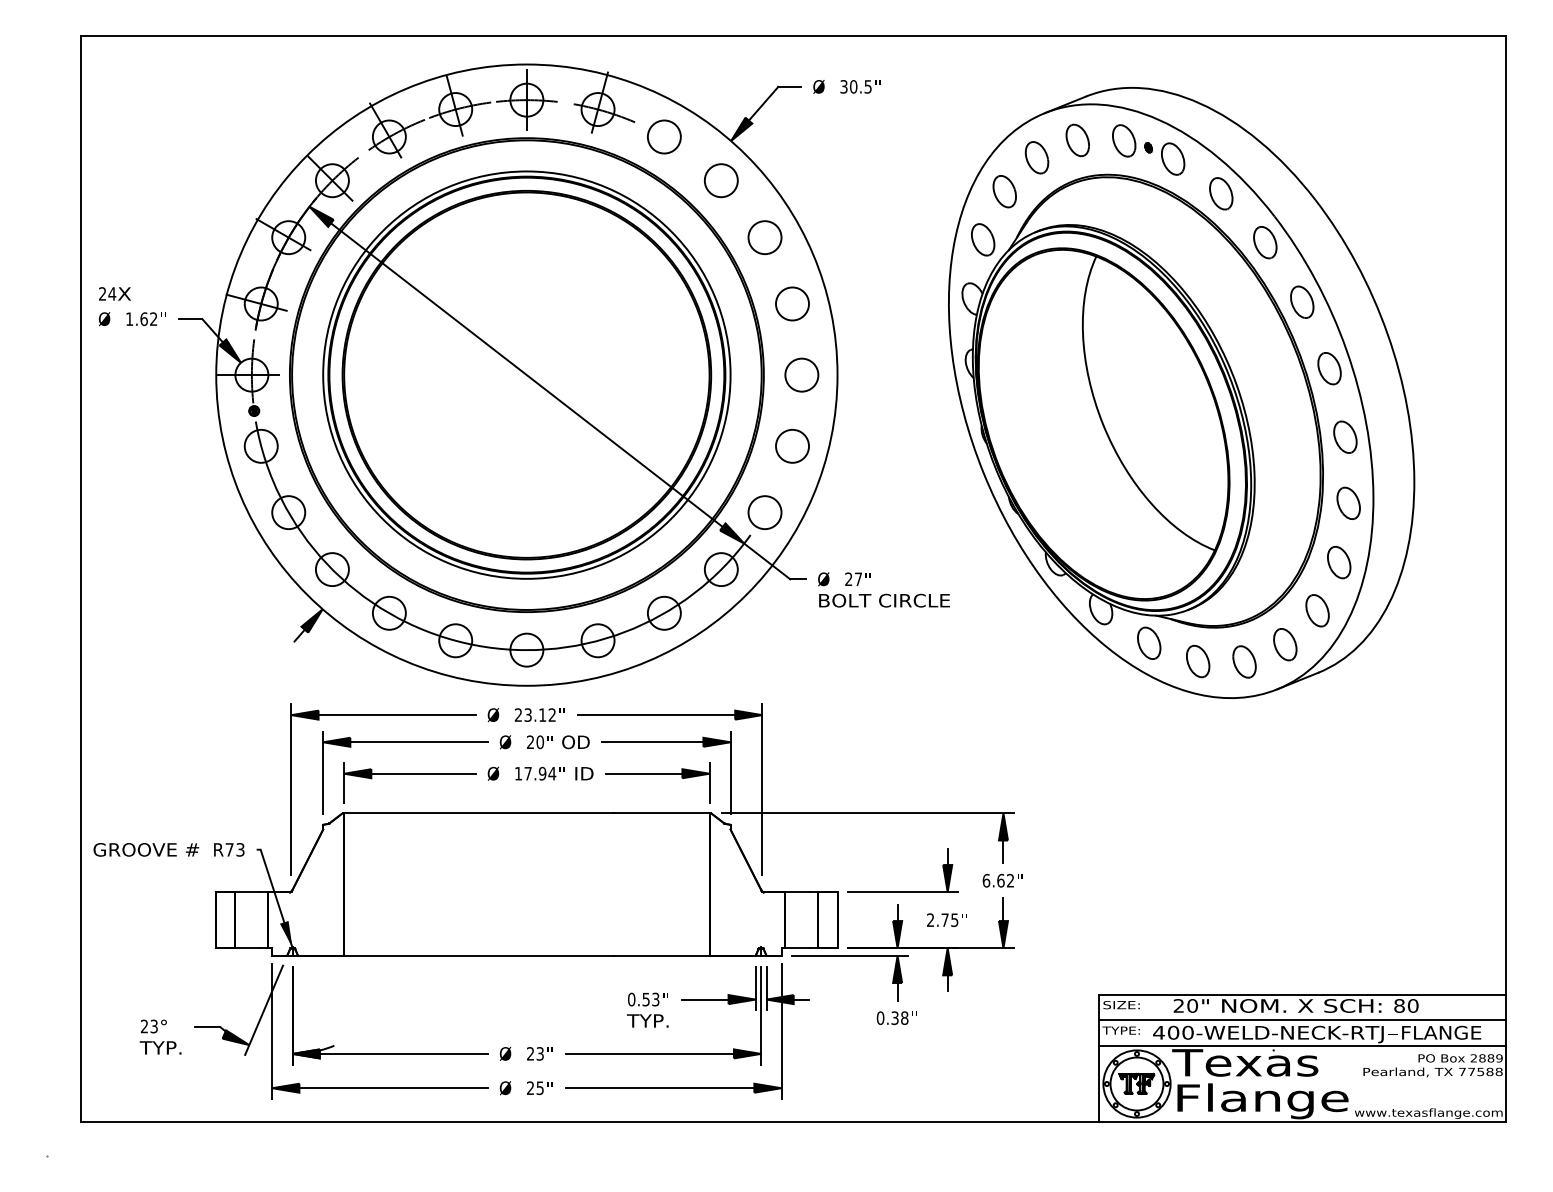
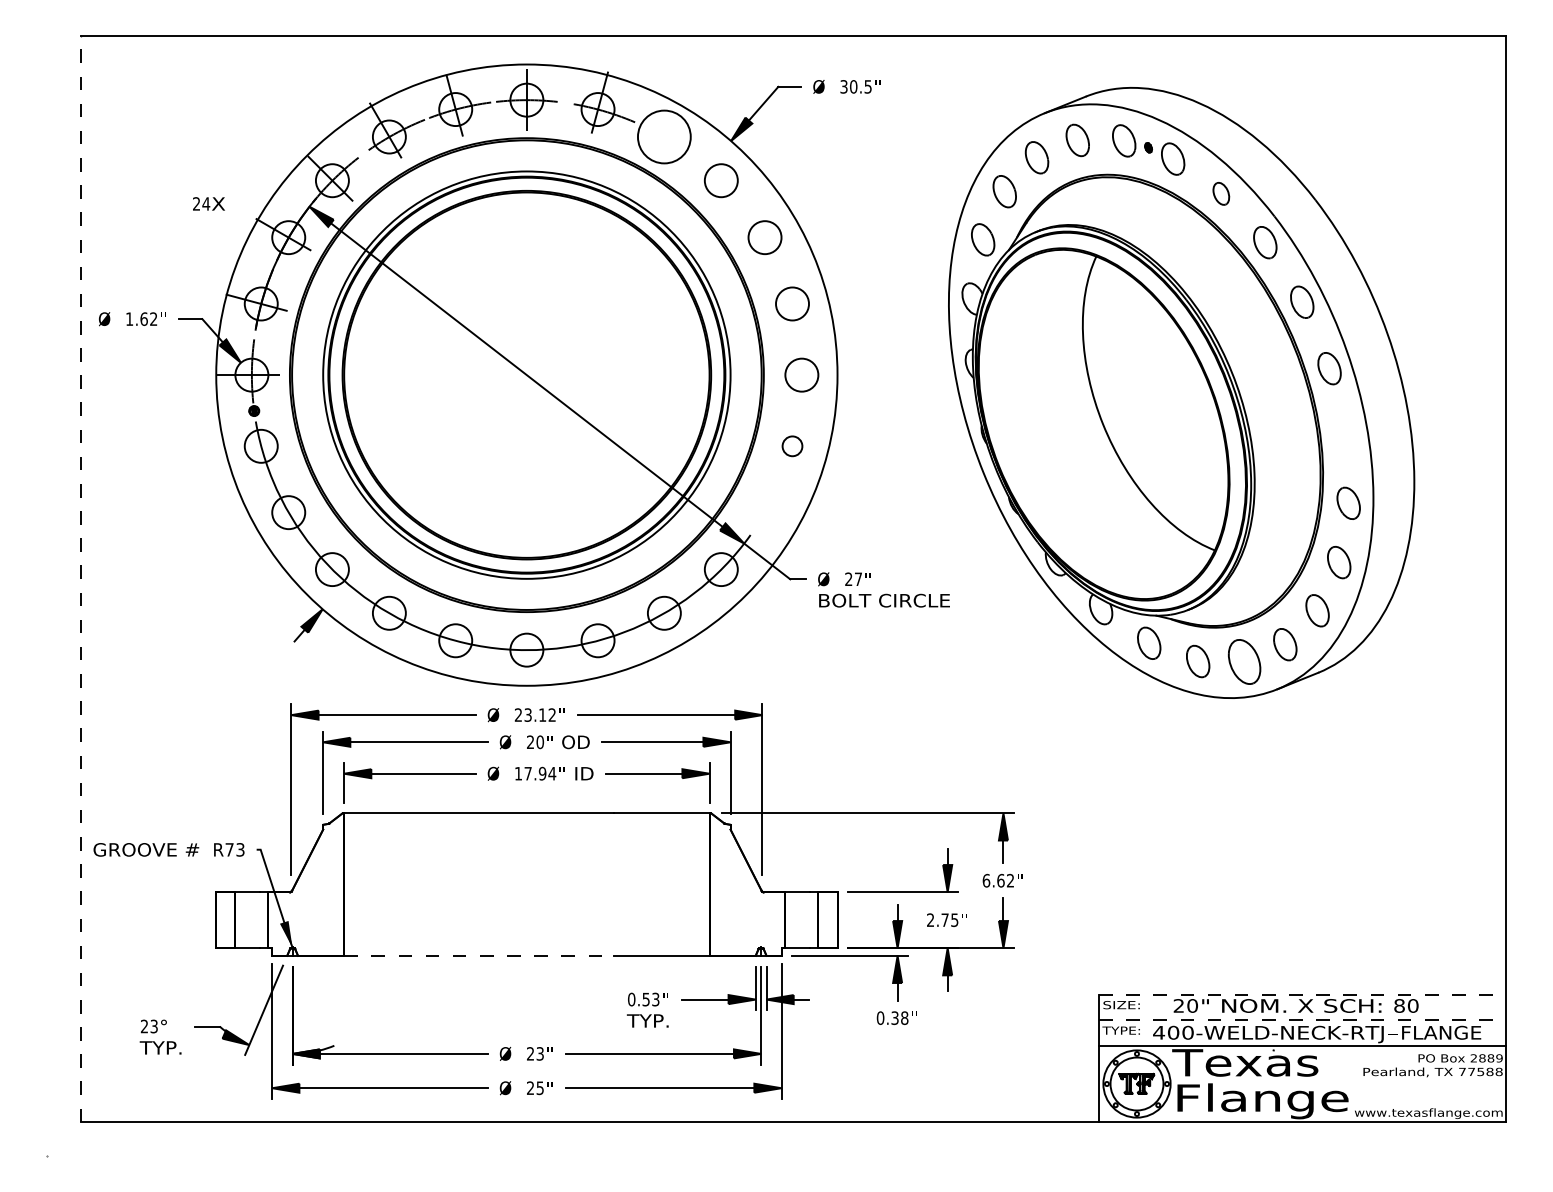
circle at (663, 136) diameter: 33 px -> 53 px
part at (1221, 193) size: 25x34 px -> 19x24 px
text at (114, 293) position: (114, 293) -> (208, 203)
part at (1345, 436): present -> none
circle at (792, 445) diameter: 33 px -> 20 px
circle at (764, 512): present -> none
line at (80, 578): solid -> dashed
part at (1244, 661) size: 25x34 px -> 34x46 px
line at (479, 955): solid -> dashed
line at (1302, 994): solid -> dashed
line at (1302, 1020): solid -> dashed
